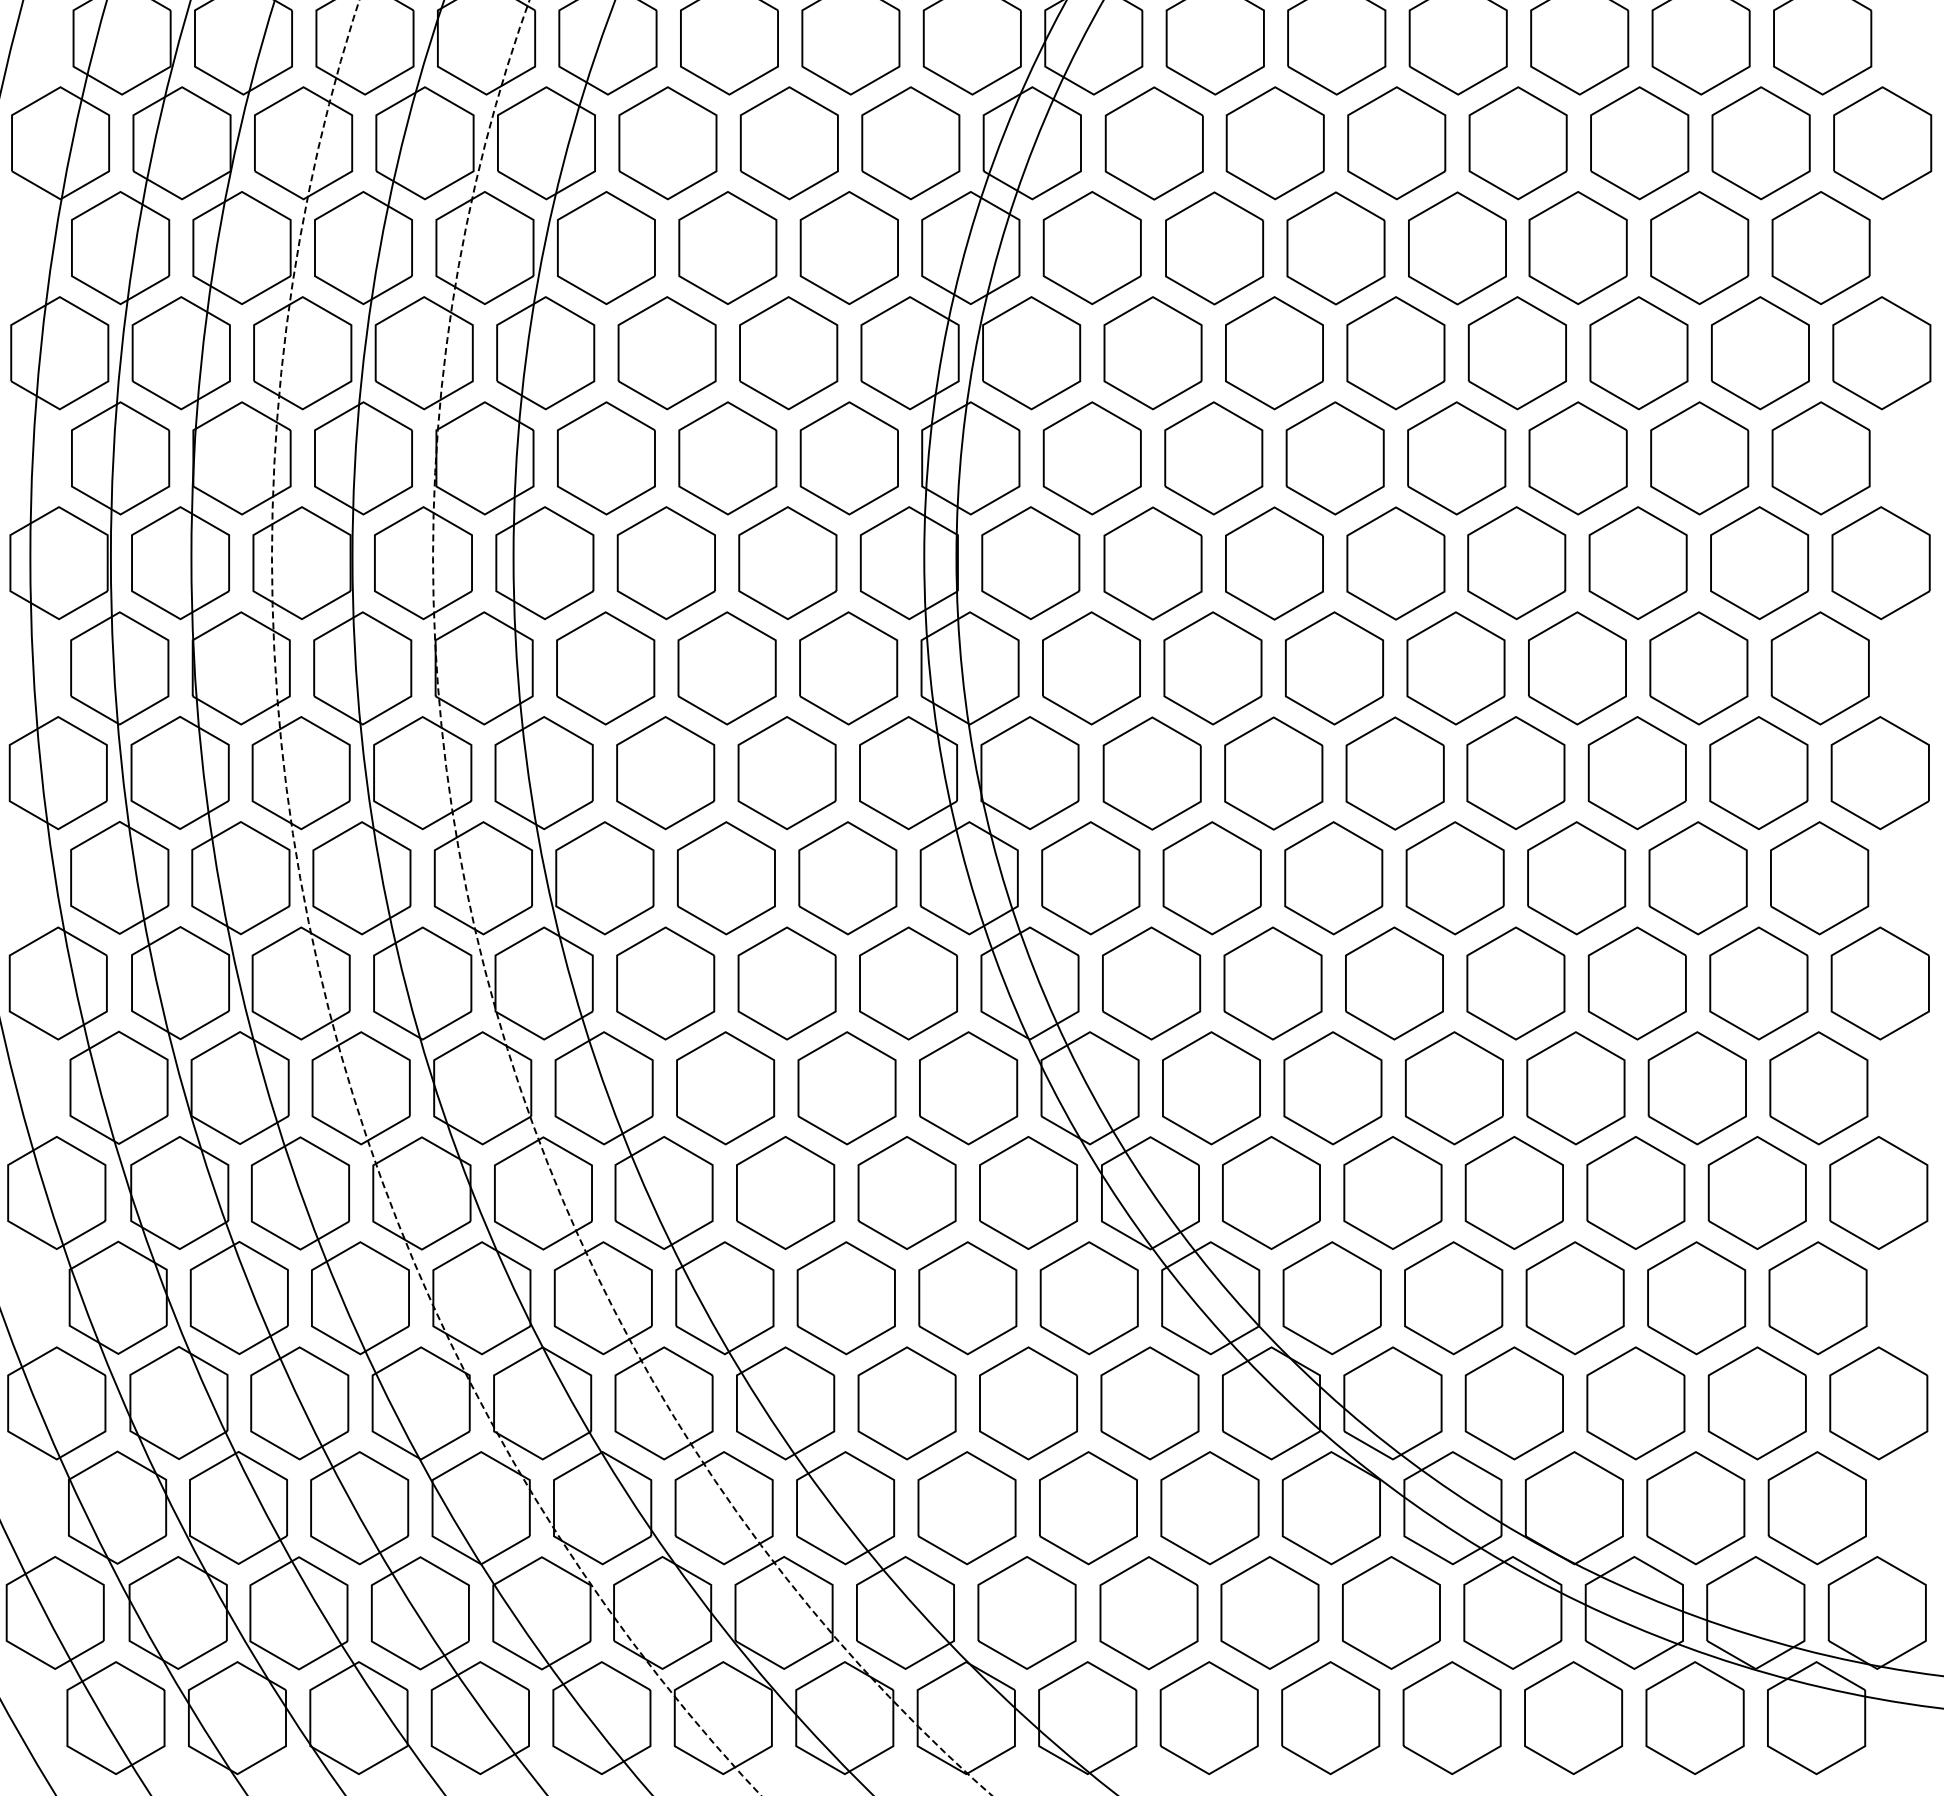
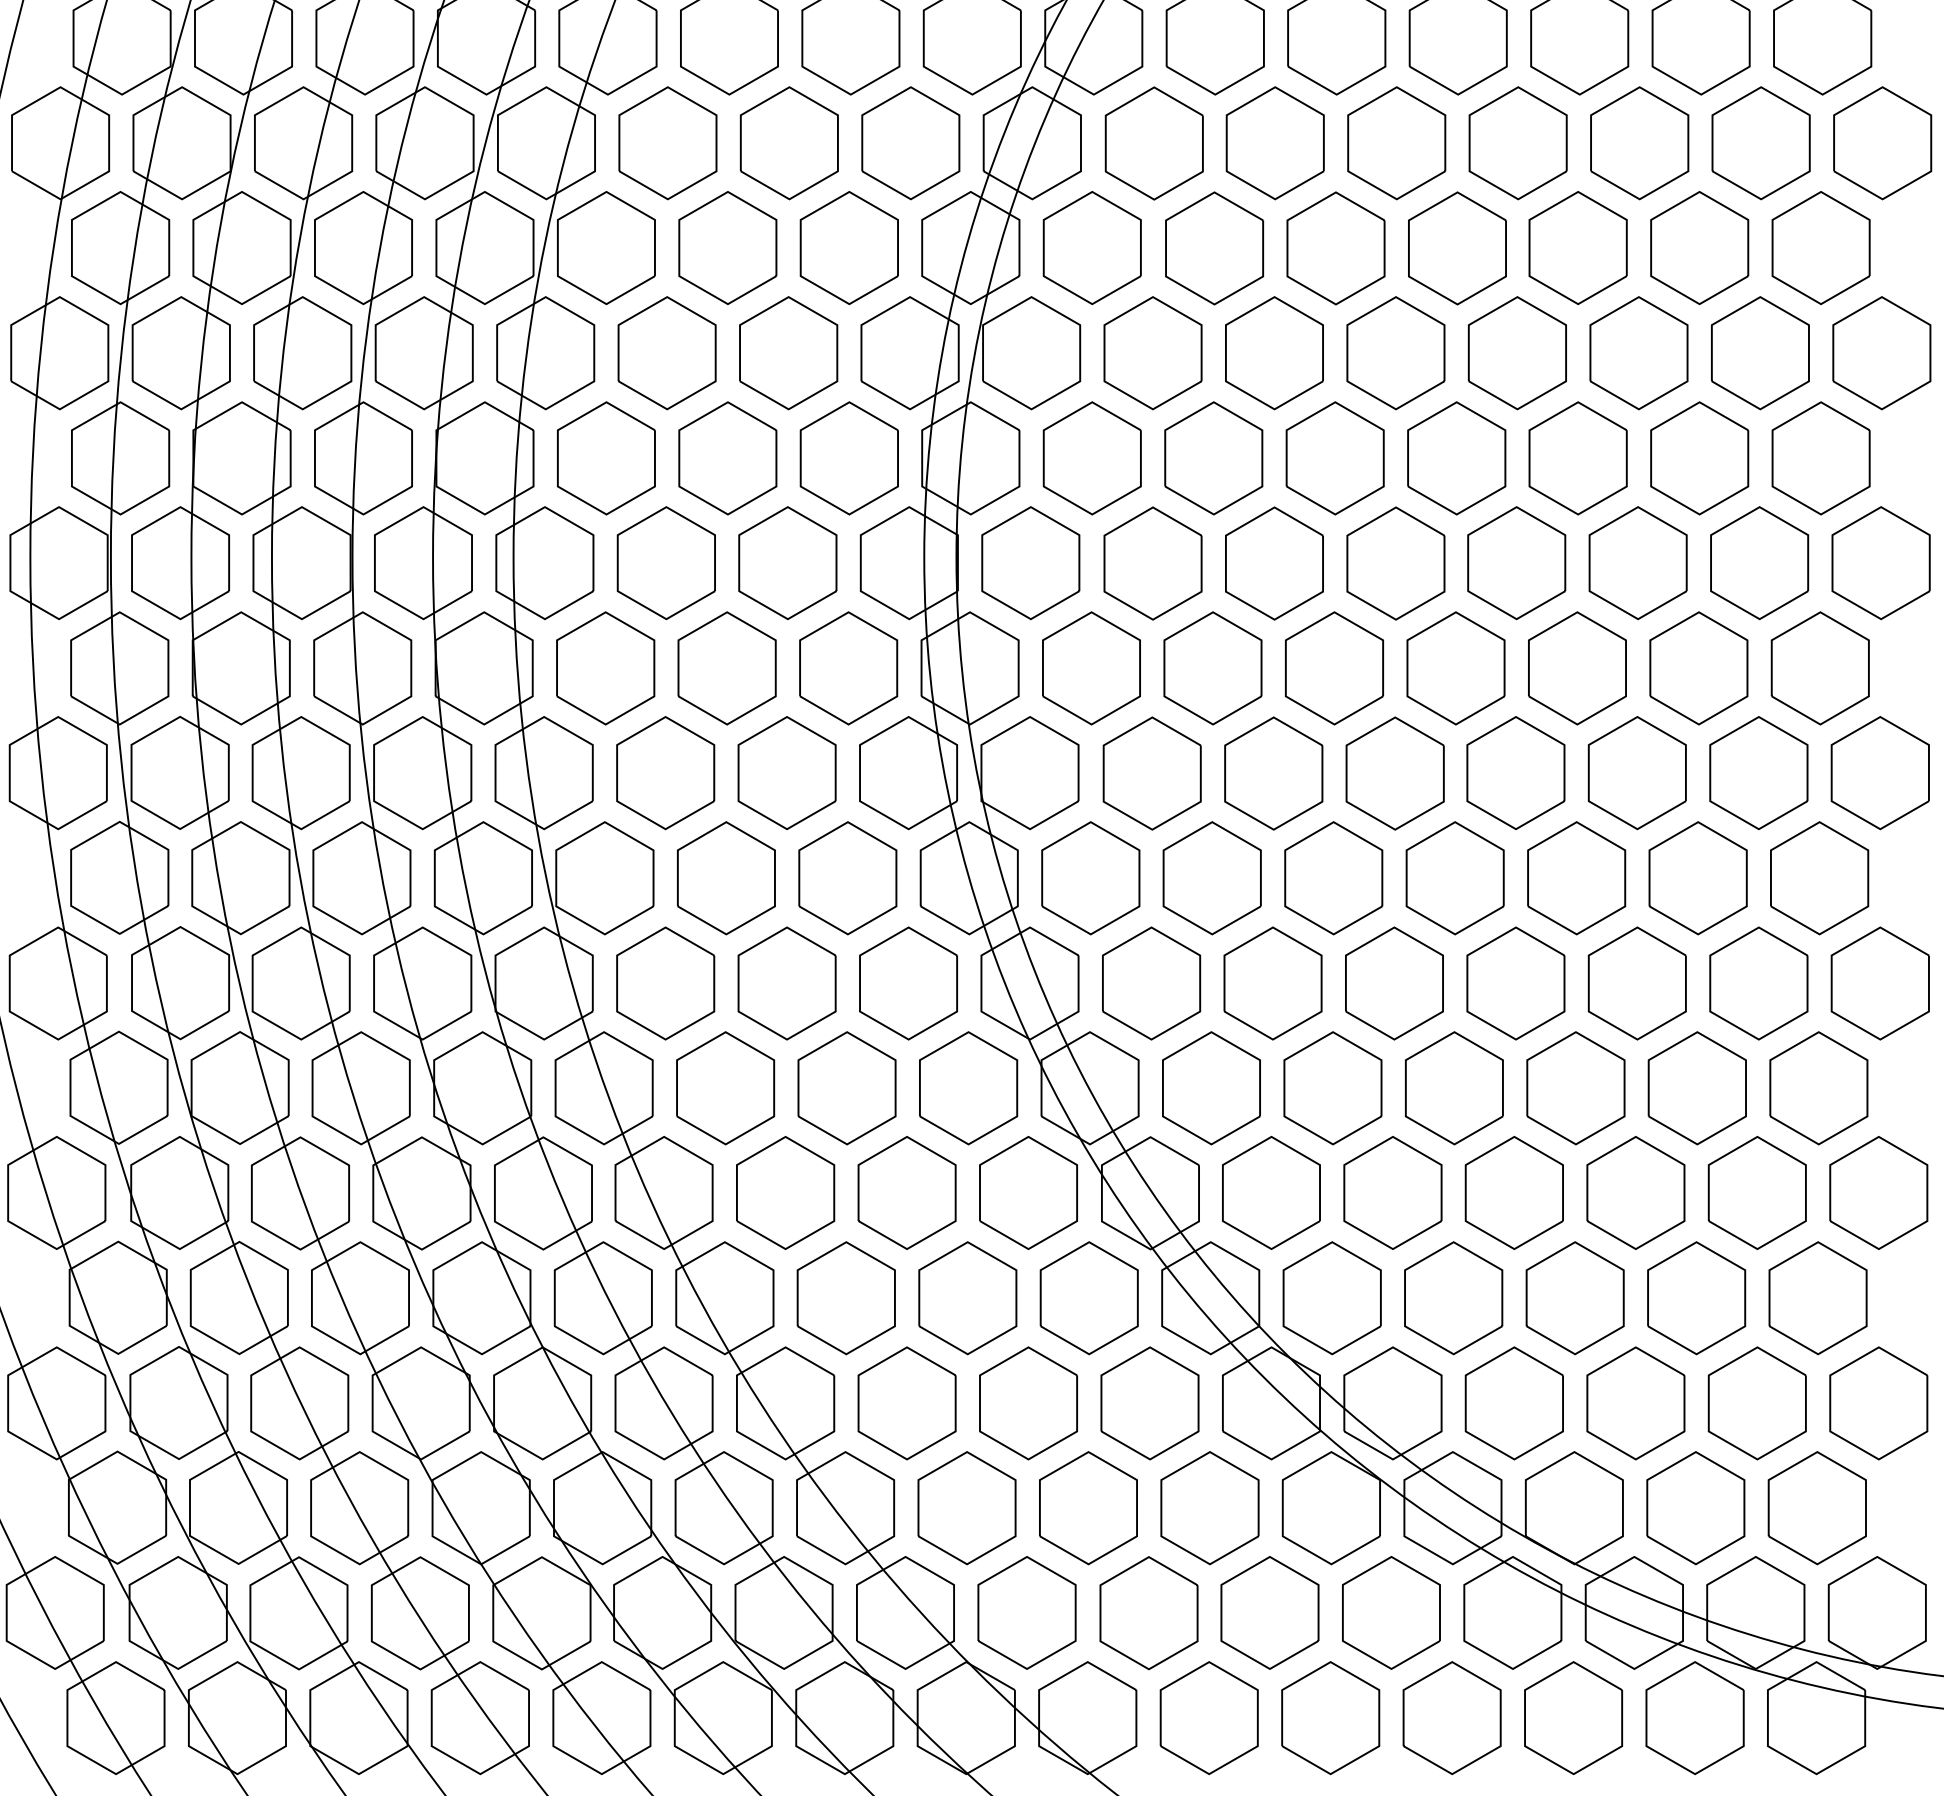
circle at (515, 897): dashed -> solid
circle at (712, 897): dashed -> solid
